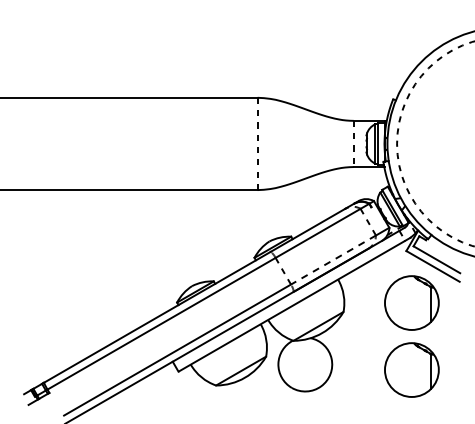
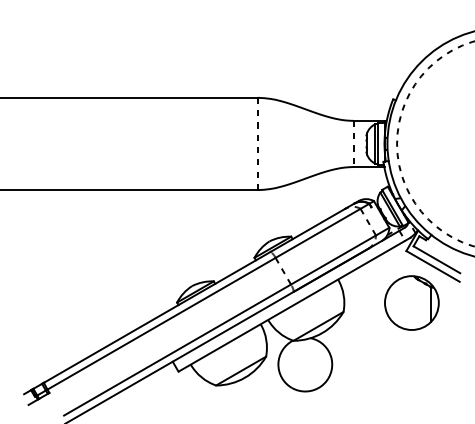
line at (333, 260): dashed -> solid
part at (411, 369): present -> none
